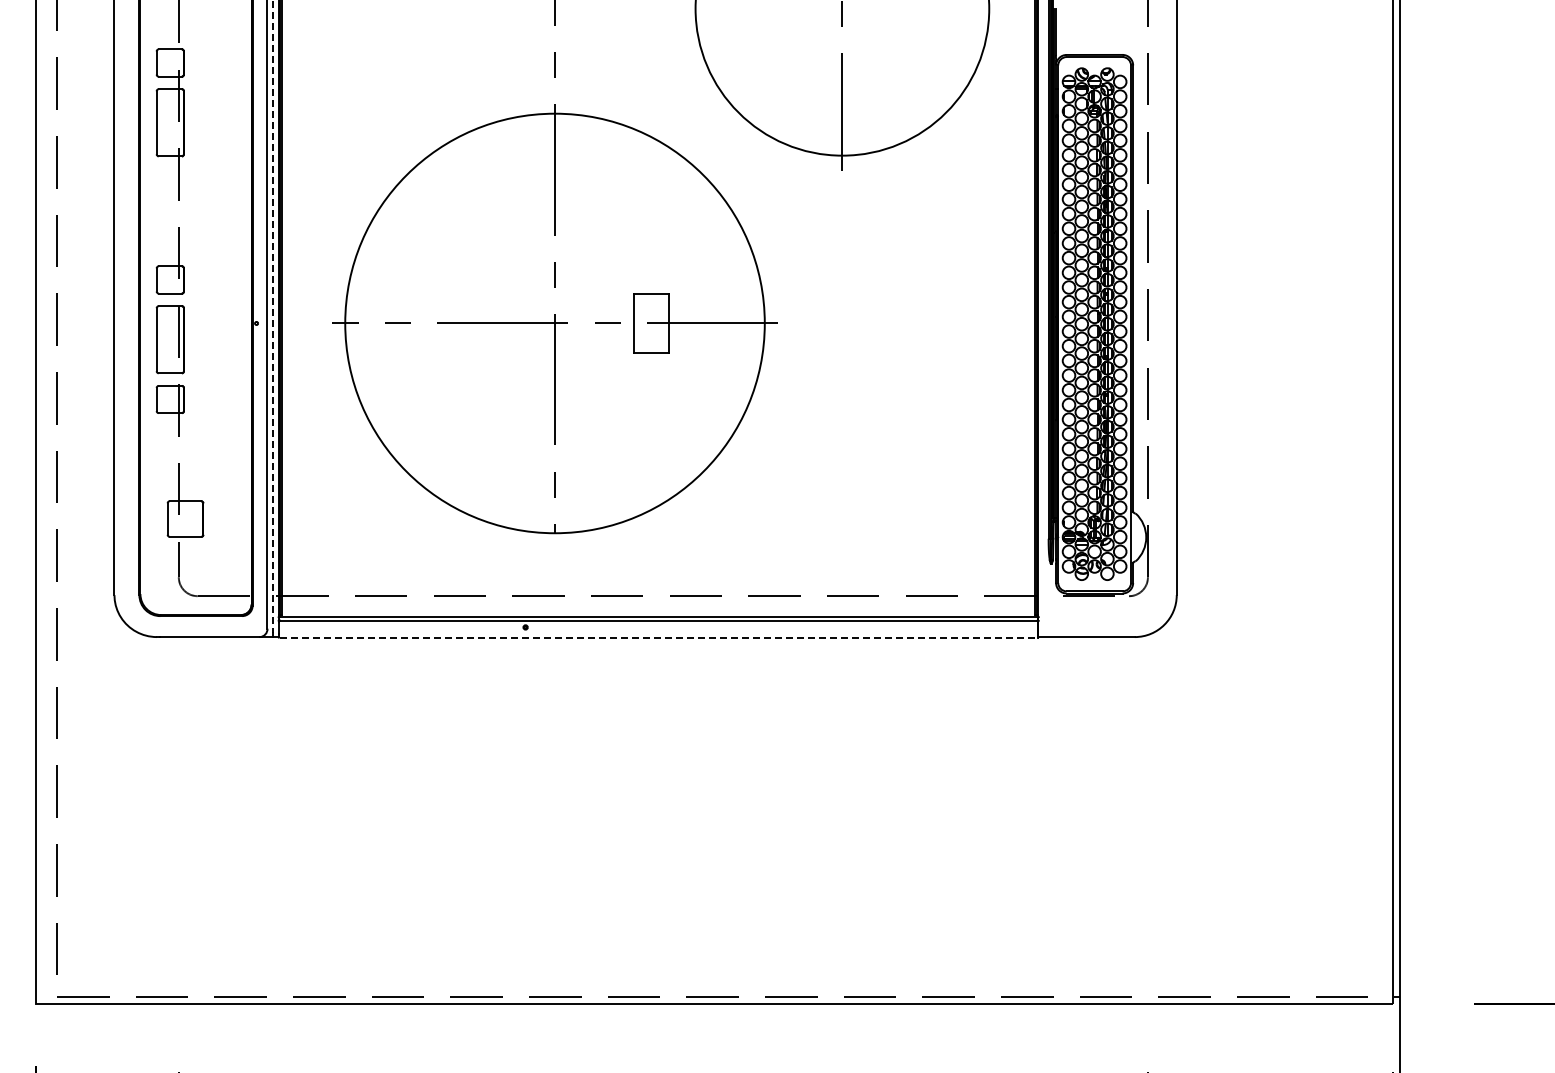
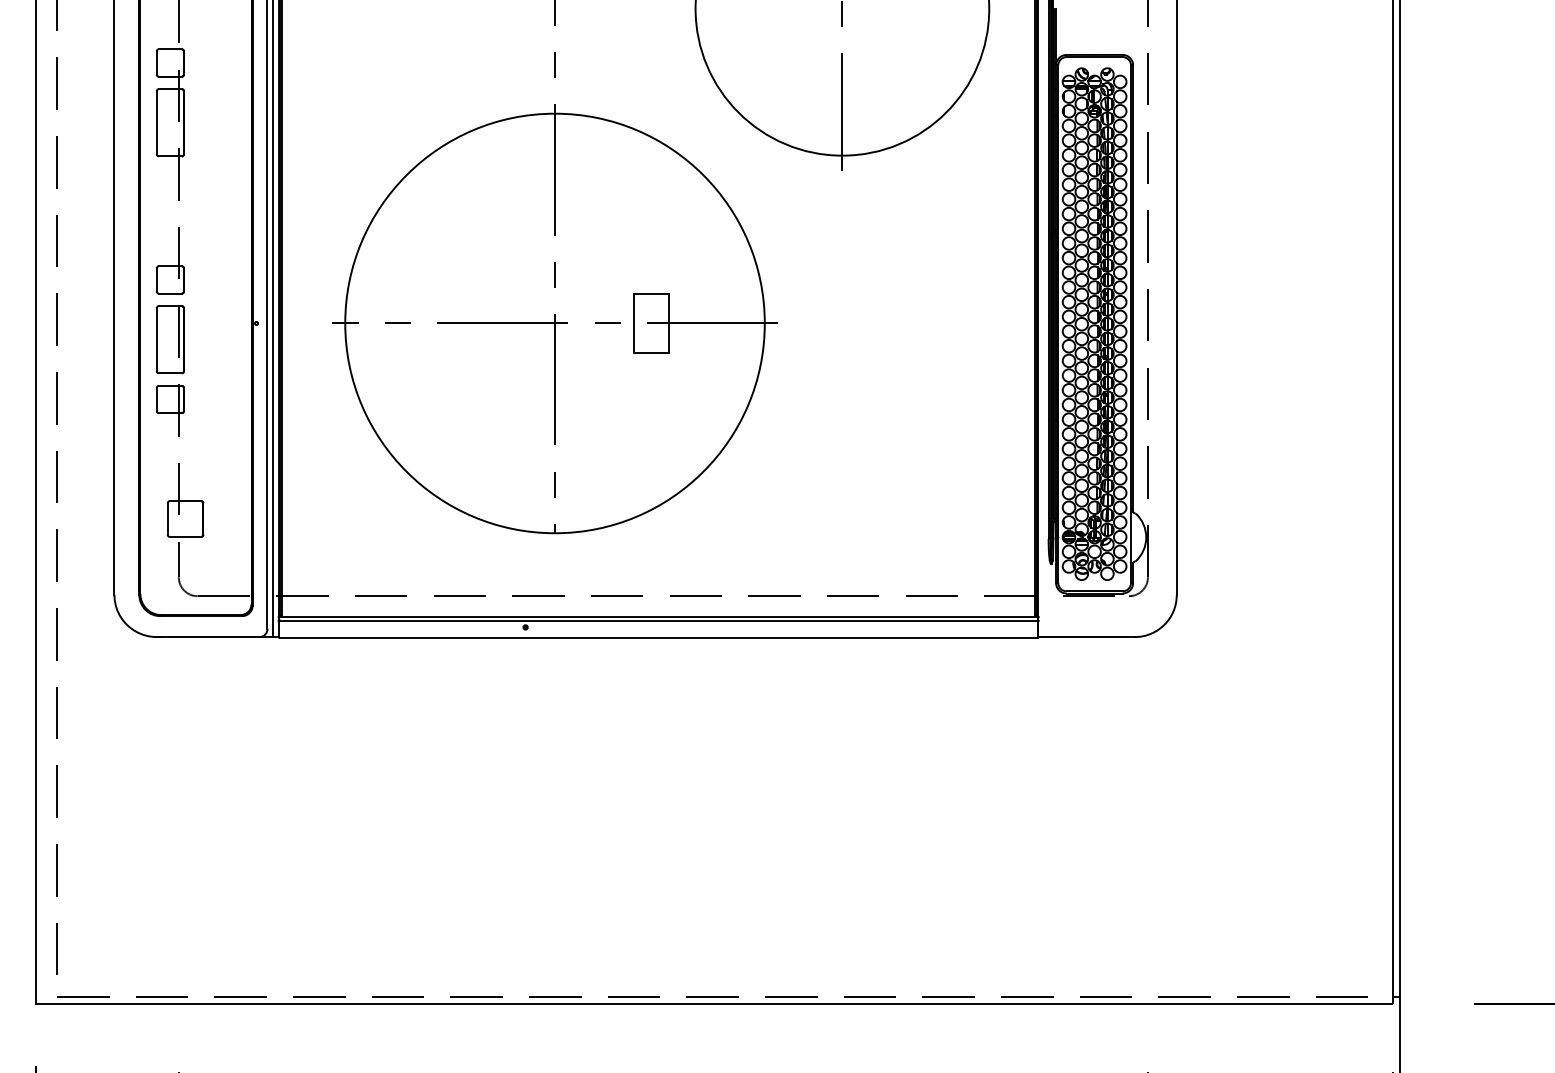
line at (273, 317): dashed -> solid
line at (659, 637): dashed -> solid
